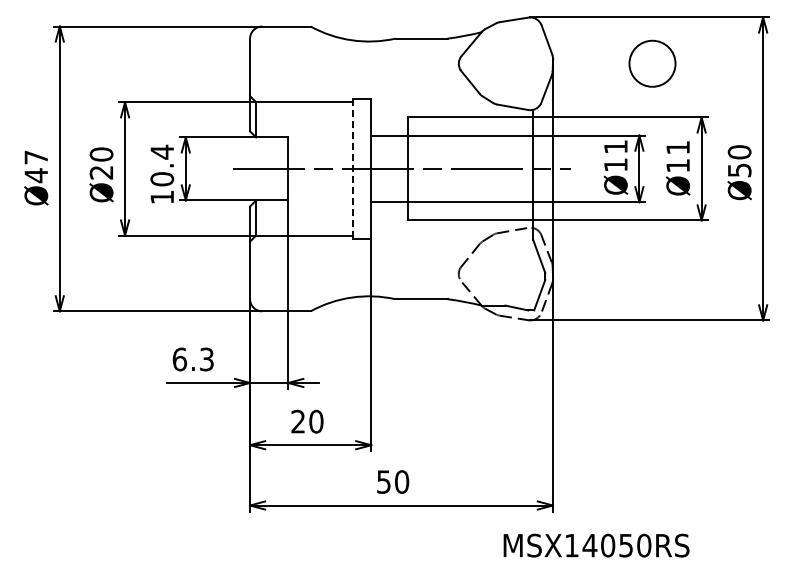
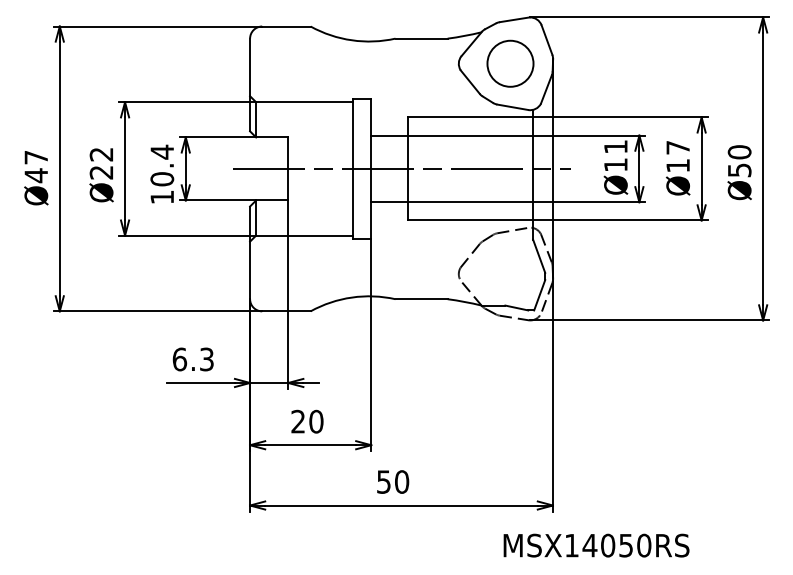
circle at (652, 63) position: (652, 63) -> (510, 63)
text at (677, 147): Ø11 -> Ø17
text at (101, 154): Ø20 -> Ø22
line at (353, 168): dashed -> solid
